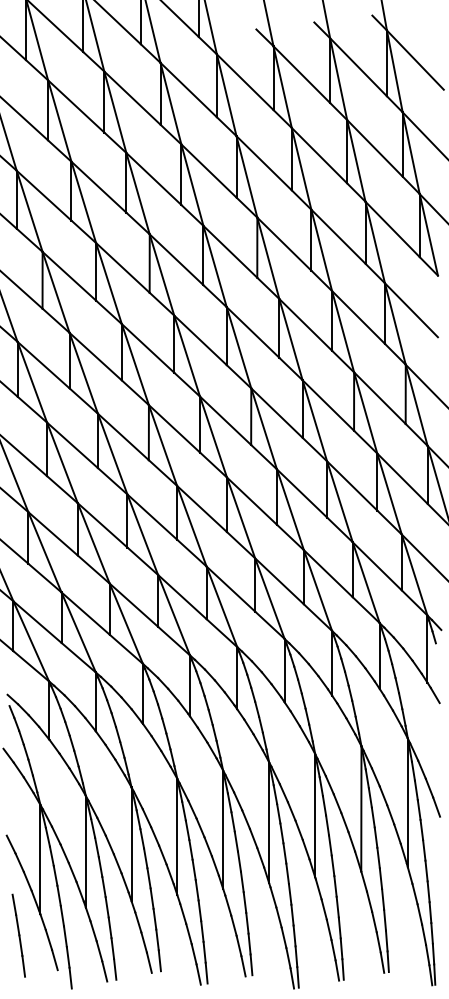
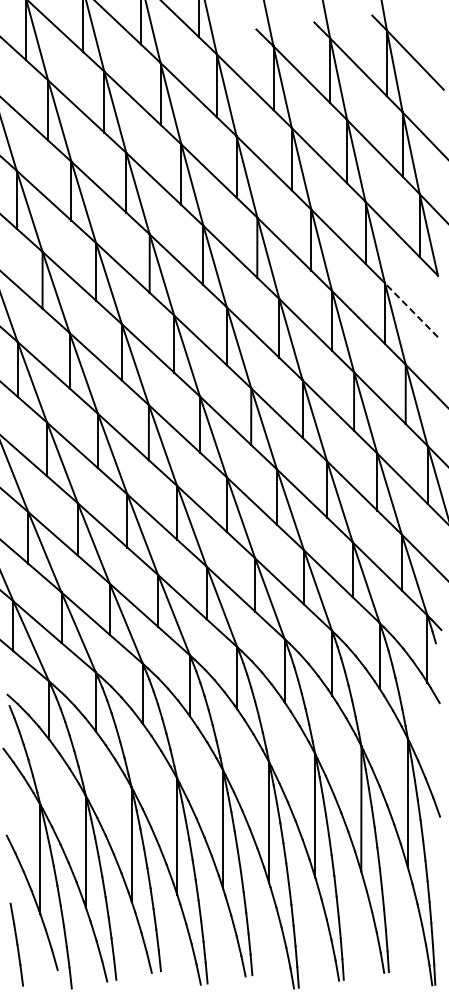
line at (411, 310): solid -> dashed
line at (18, 935) position: (18, 935) -> (16, 944)
